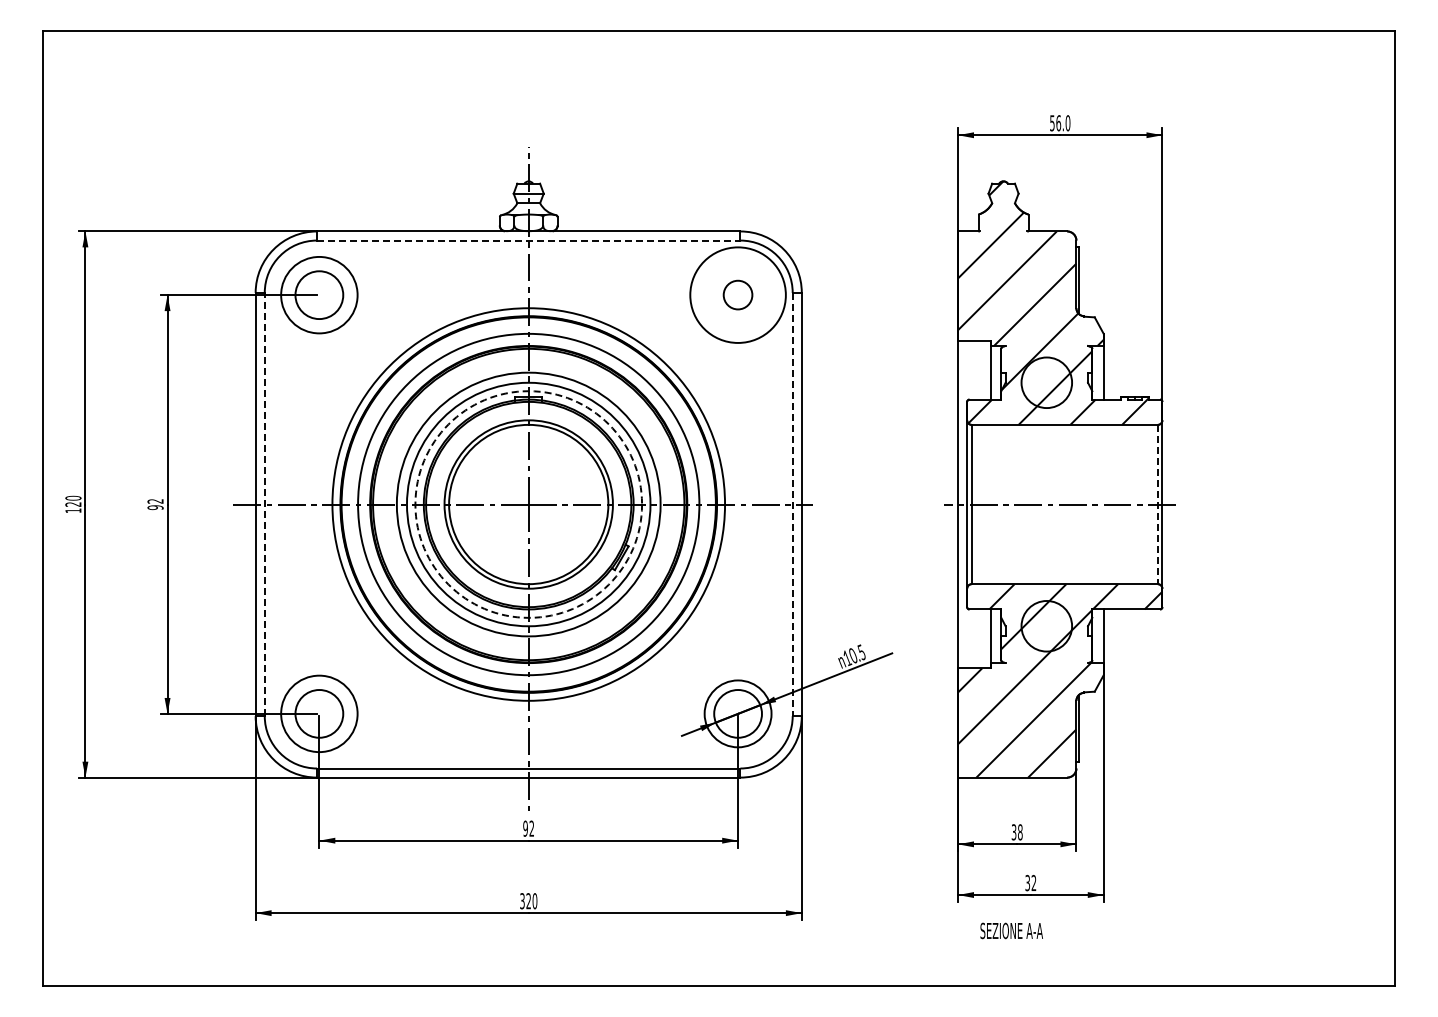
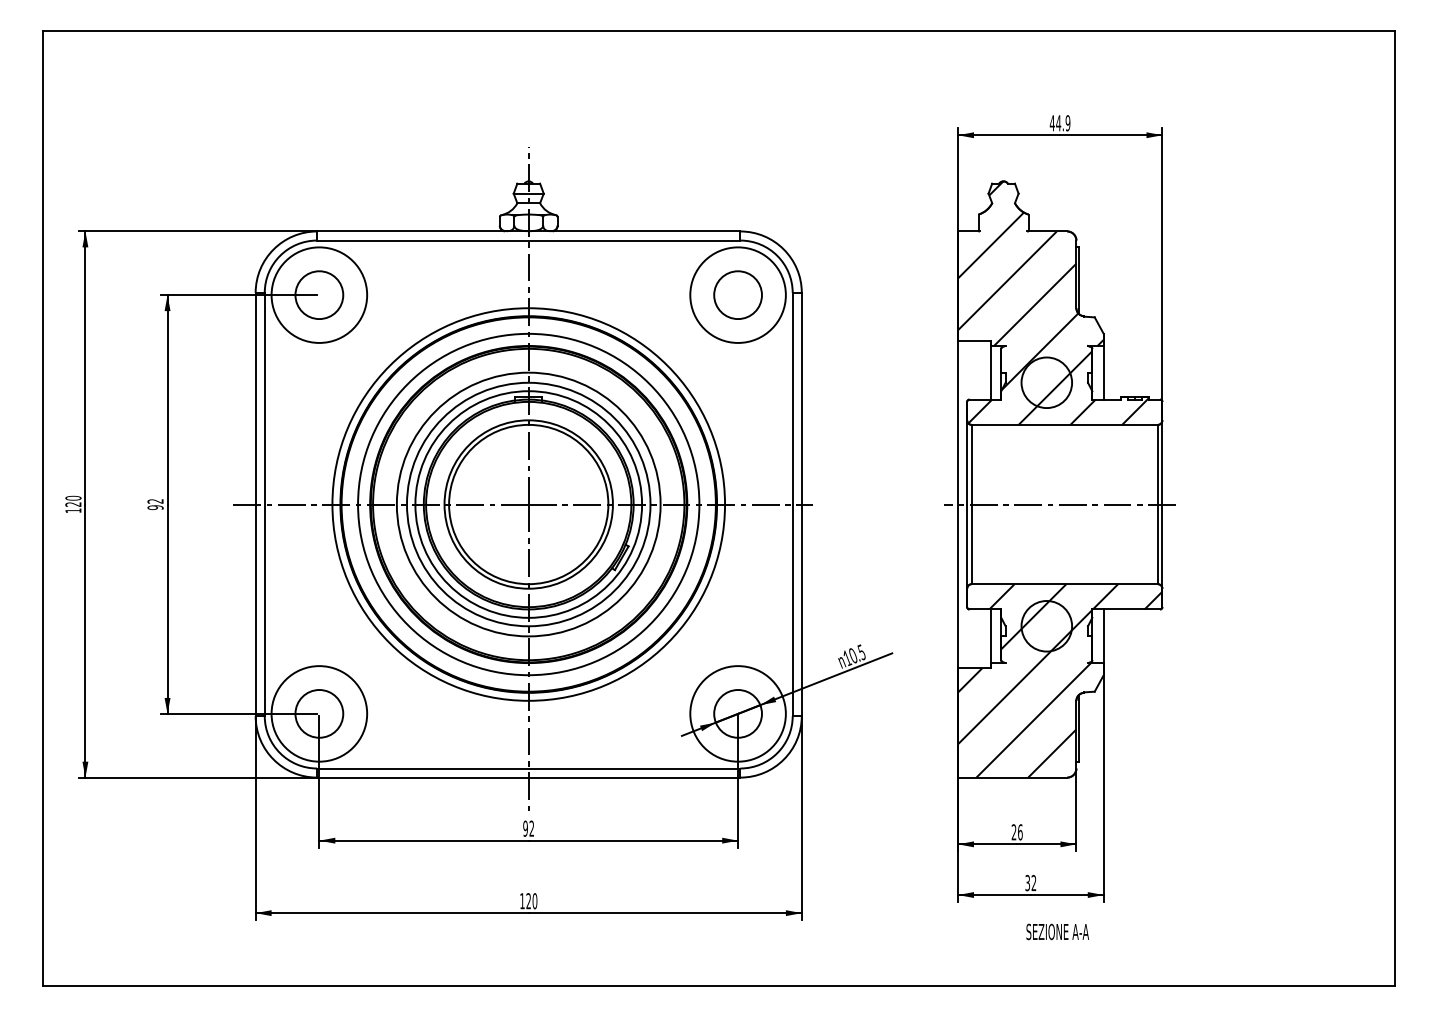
text at (1059, 123): 56.0 -> 44.9
line at (528, 240): dashed -> solid
circle at (319, 294) diameter: 76 px -> 96 px
circle at (737, 294) size: 32x32 px -> 50x50 px
line at (264, 504): dashed -> solid
circle at (528, 504): dashed -> solid
line at (792, 504): dashed -> solid
line at (1157, 504): dashed -> solid
circle at (319, 713) diameter: 76 px -> 96 px
circle at (737, 713) diameter: 67 px -> 96 px
text at (1016, 832): 38 -> 26
text at (522, 901): 320 -> 120
text at (1011, 930) position: (1011, 930) -> (1057, 931)
